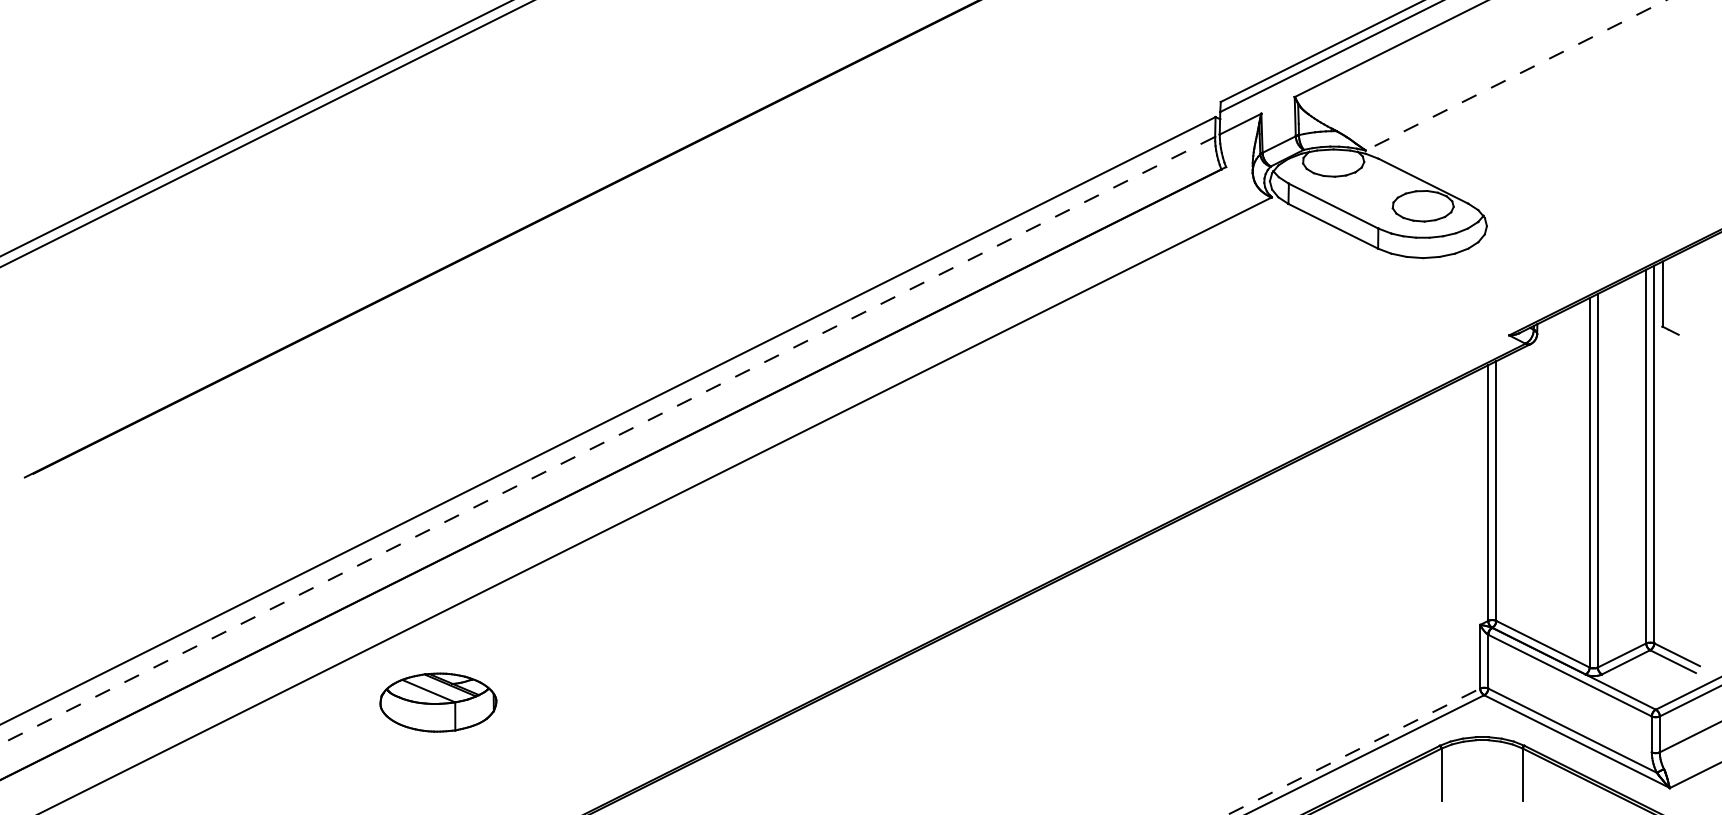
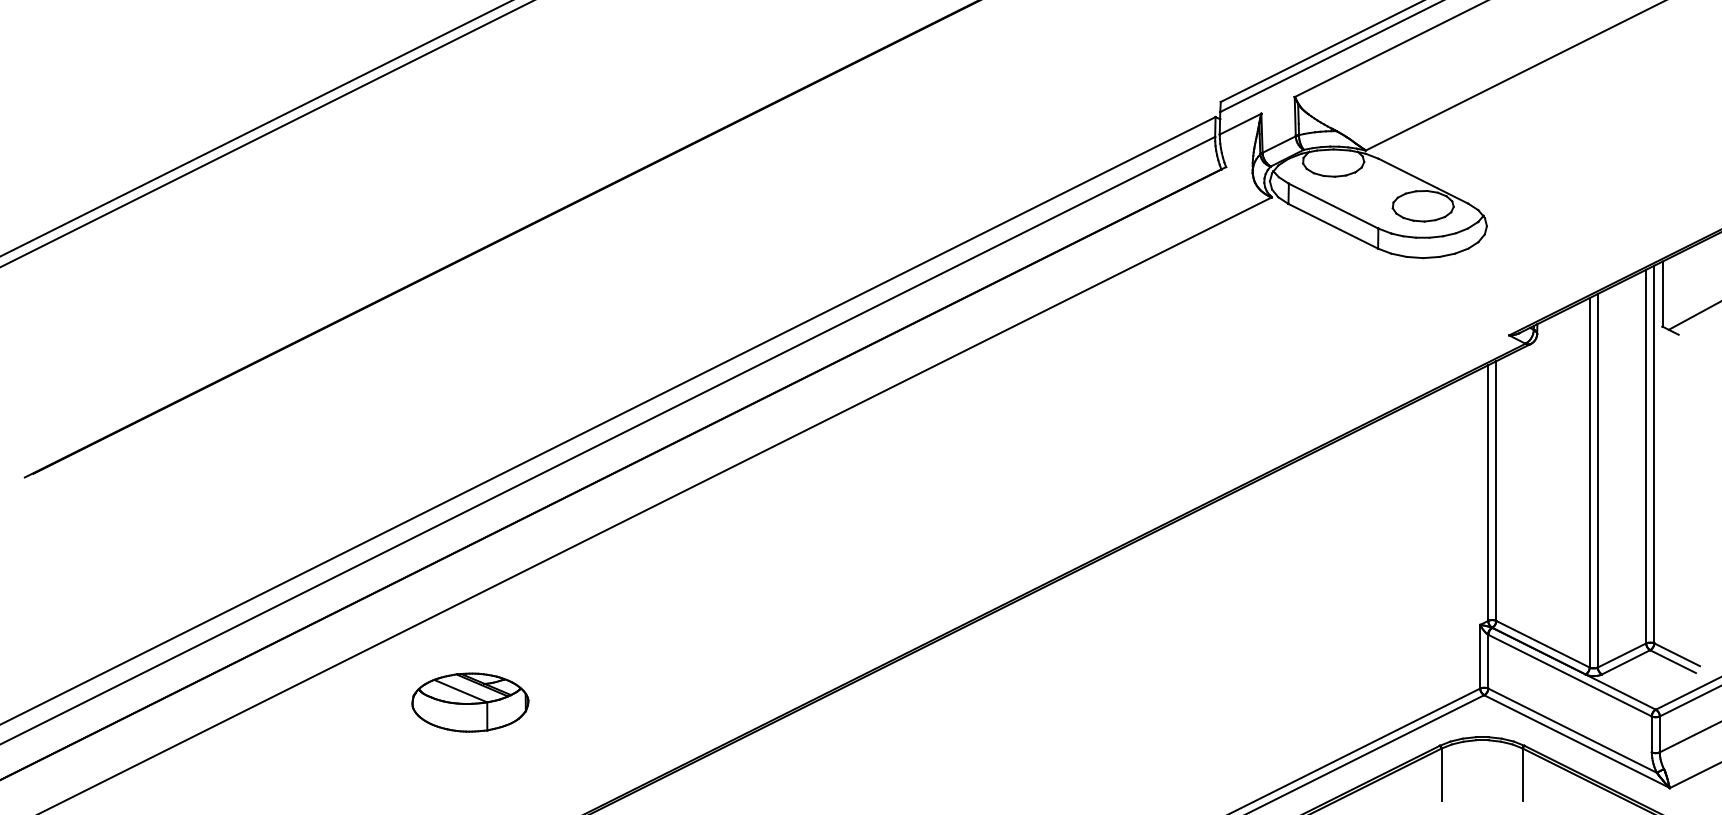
line at (1515, 75): dashed -> solid
line at (1693, 315): none -> present
line at (607, 440): dashed -> solid
part at (438, 702) position: (438, 702) -> (470, 702)
line at (1354, 751): dashed -> solid
